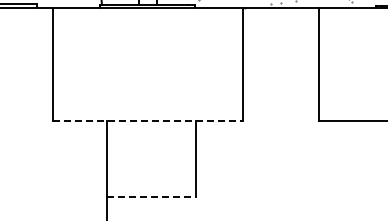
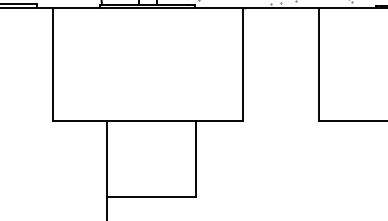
line at (147, 121): dashed -> solid
line at (151, 197): dashed -> solid
